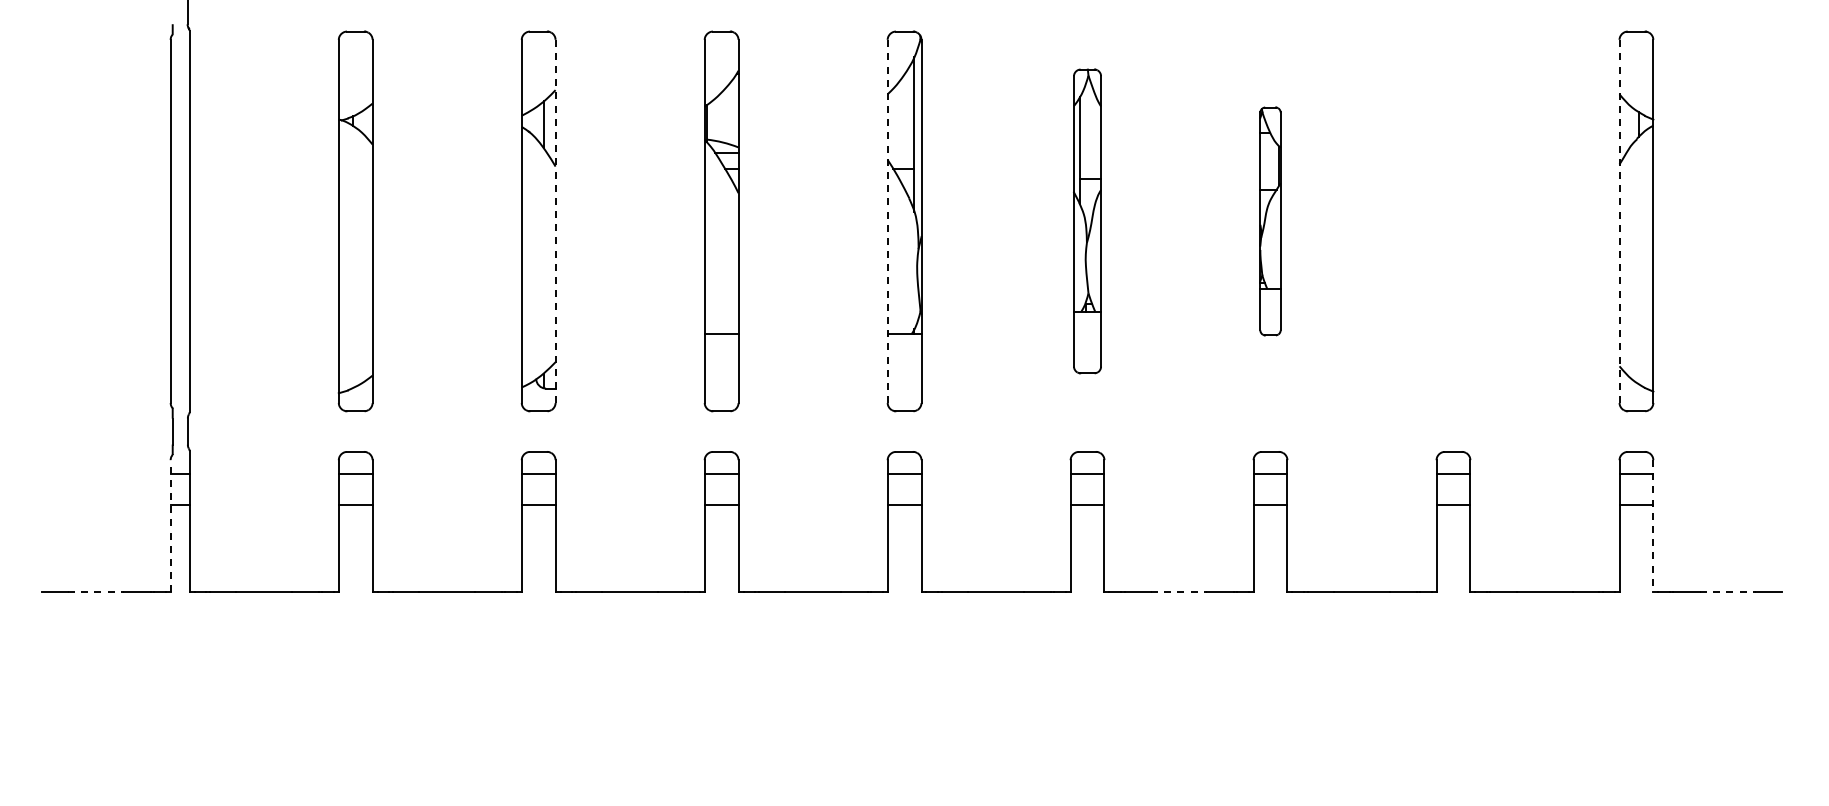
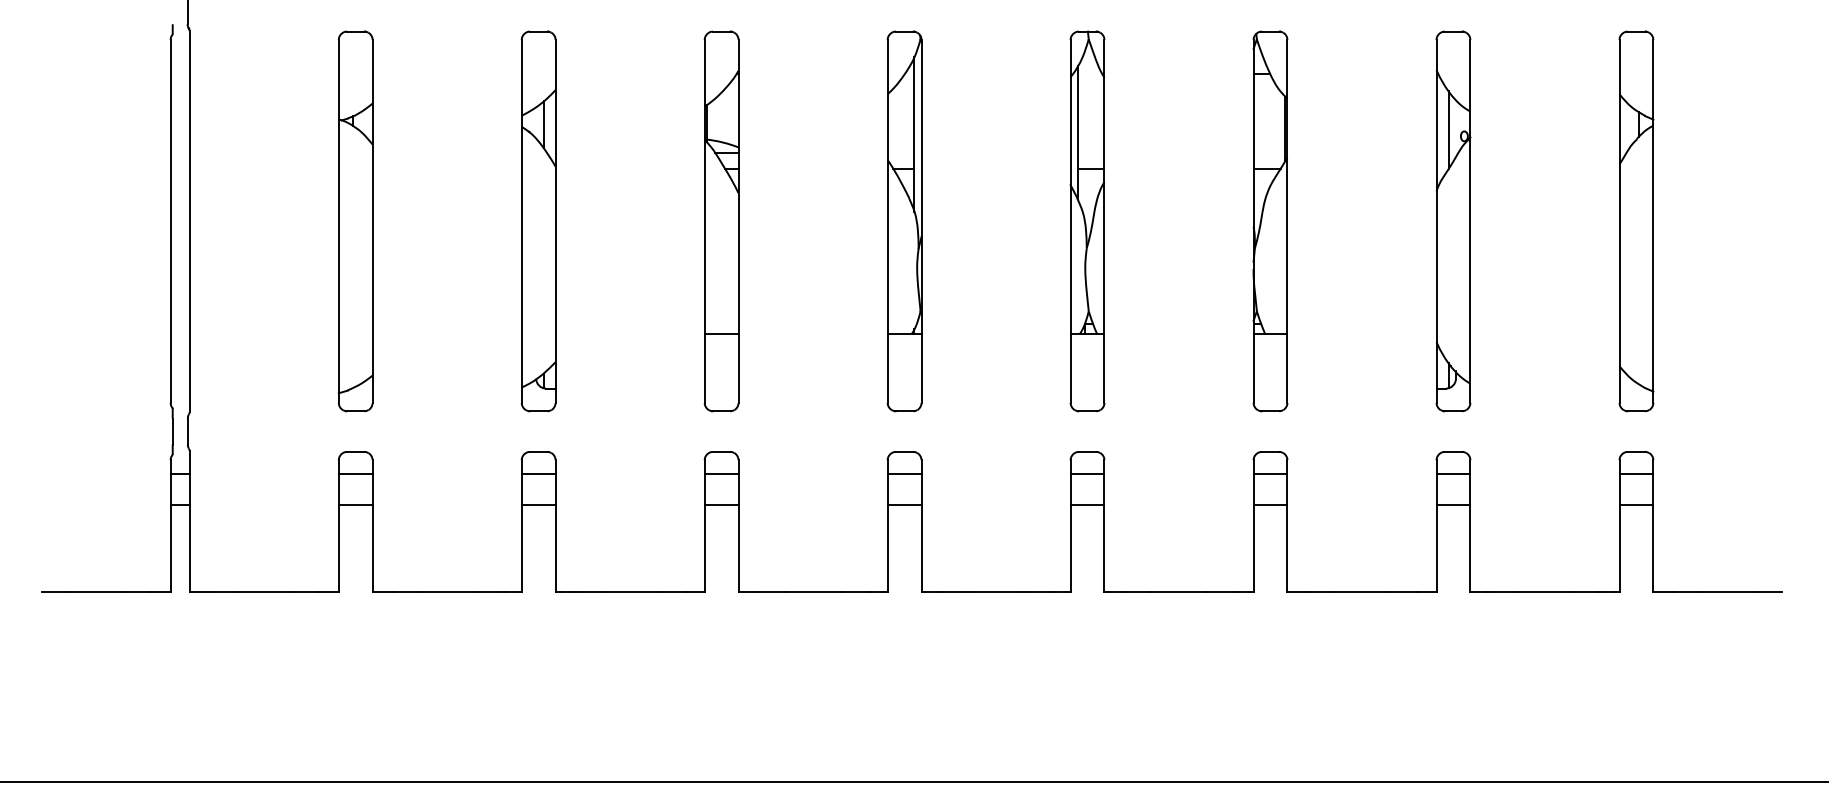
line at (555, 221): dashed -> solid
line at (887, 221): dashed -> solid
part at (1087, 221) size: 29x307 px -> 37x383 px
part at (1270, 221) size: 23x231 px -> 37x383 px
part at (1453, 221): none -> present
line at (1619, 221): dashed -> solid
line at (170, 525): dashed -> solid
line at (1653, 526): dashed -> solid
line at (96, 592): dashed -> solid
line at (1179, 592): dashed -> solid
line at (1727, 592): dashed -> solid
line at (913, 781): none -> present
